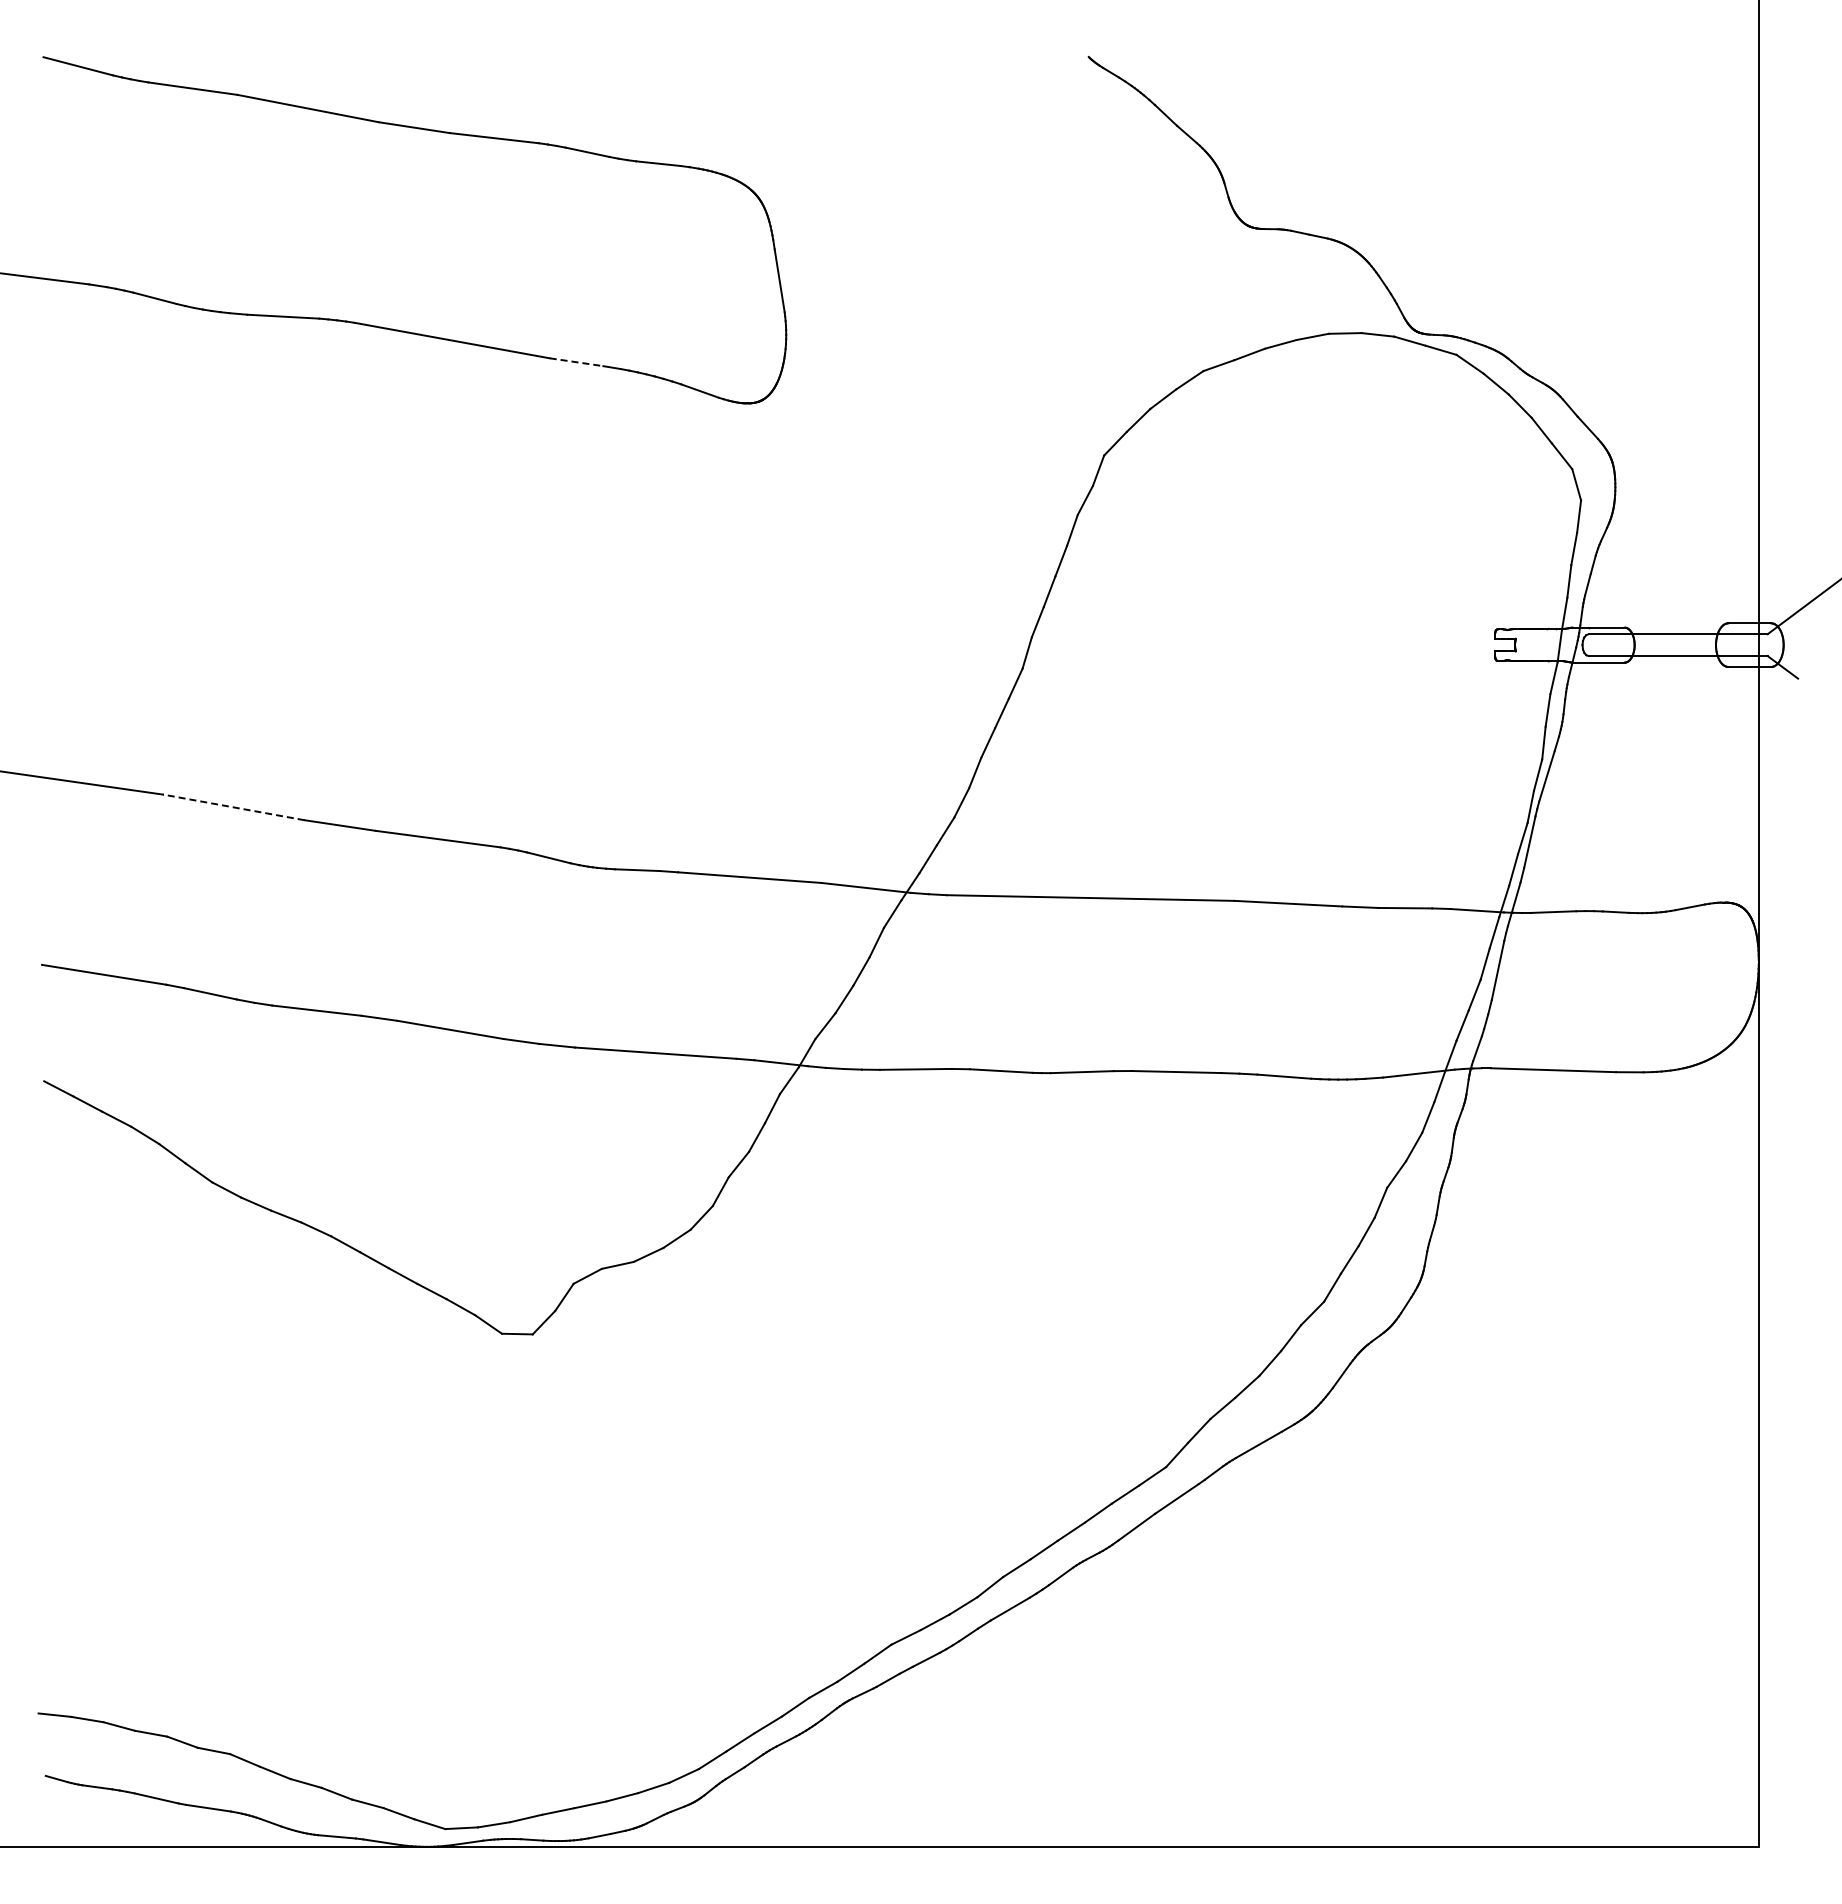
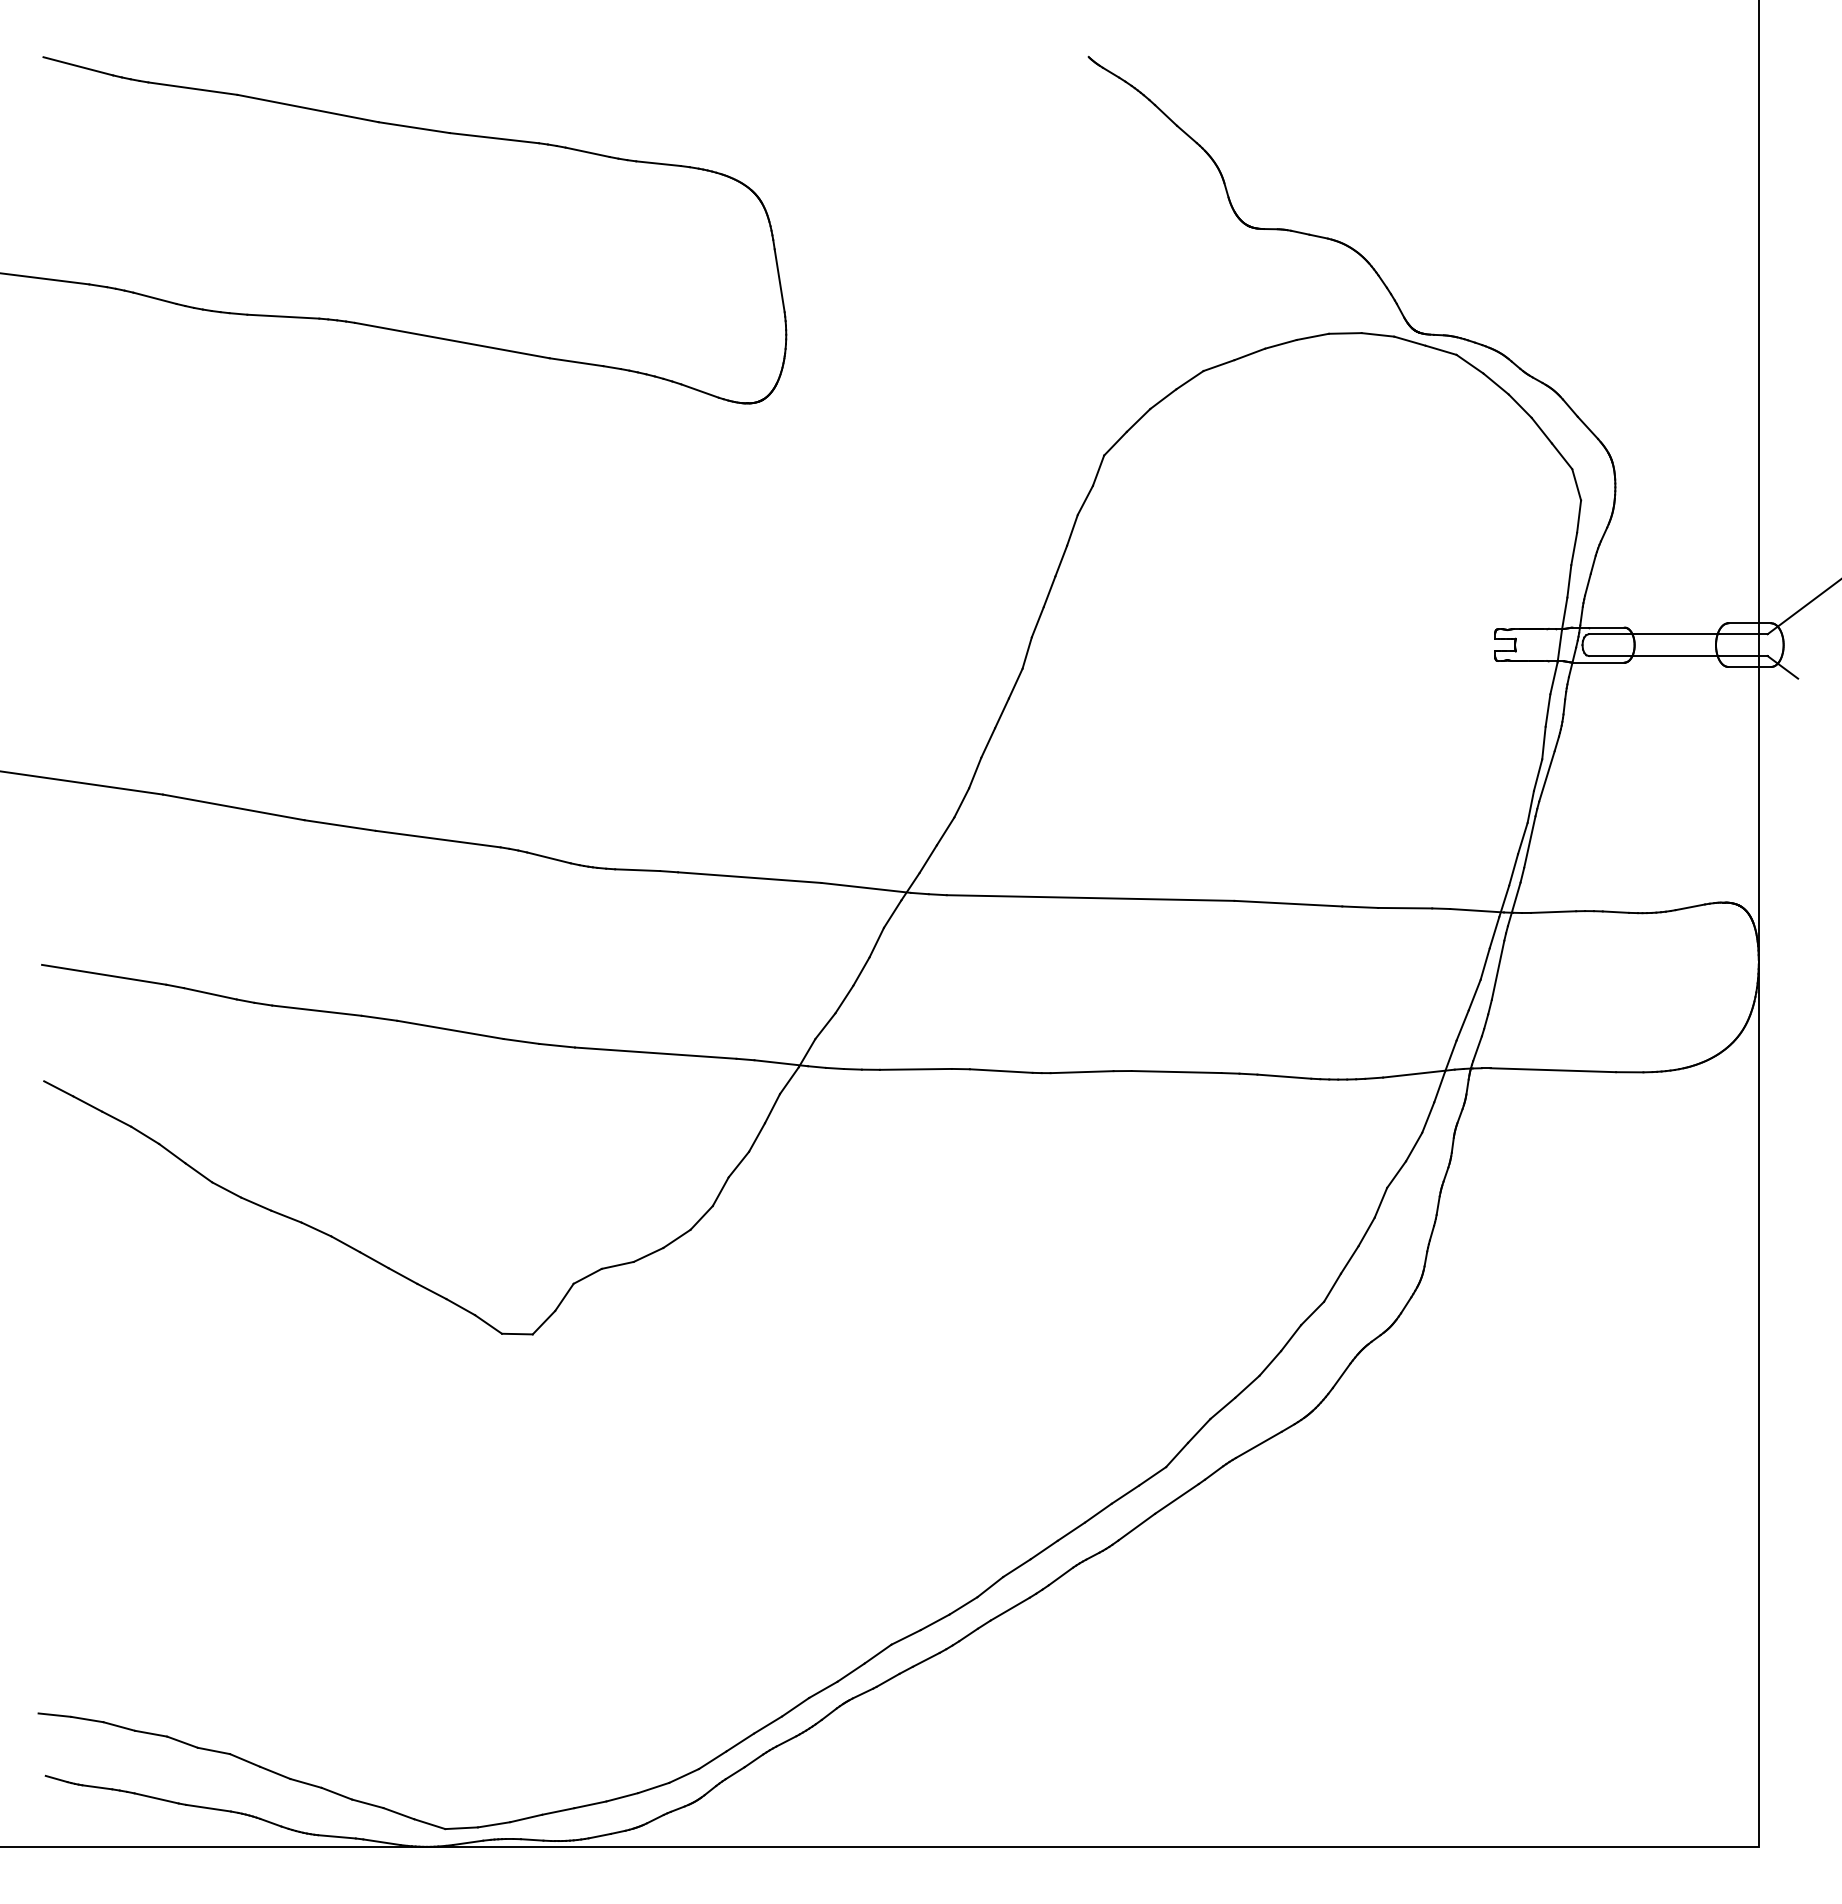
line at (577, 362): dashed -> solid
line at (233, 807): dashed -> solid
